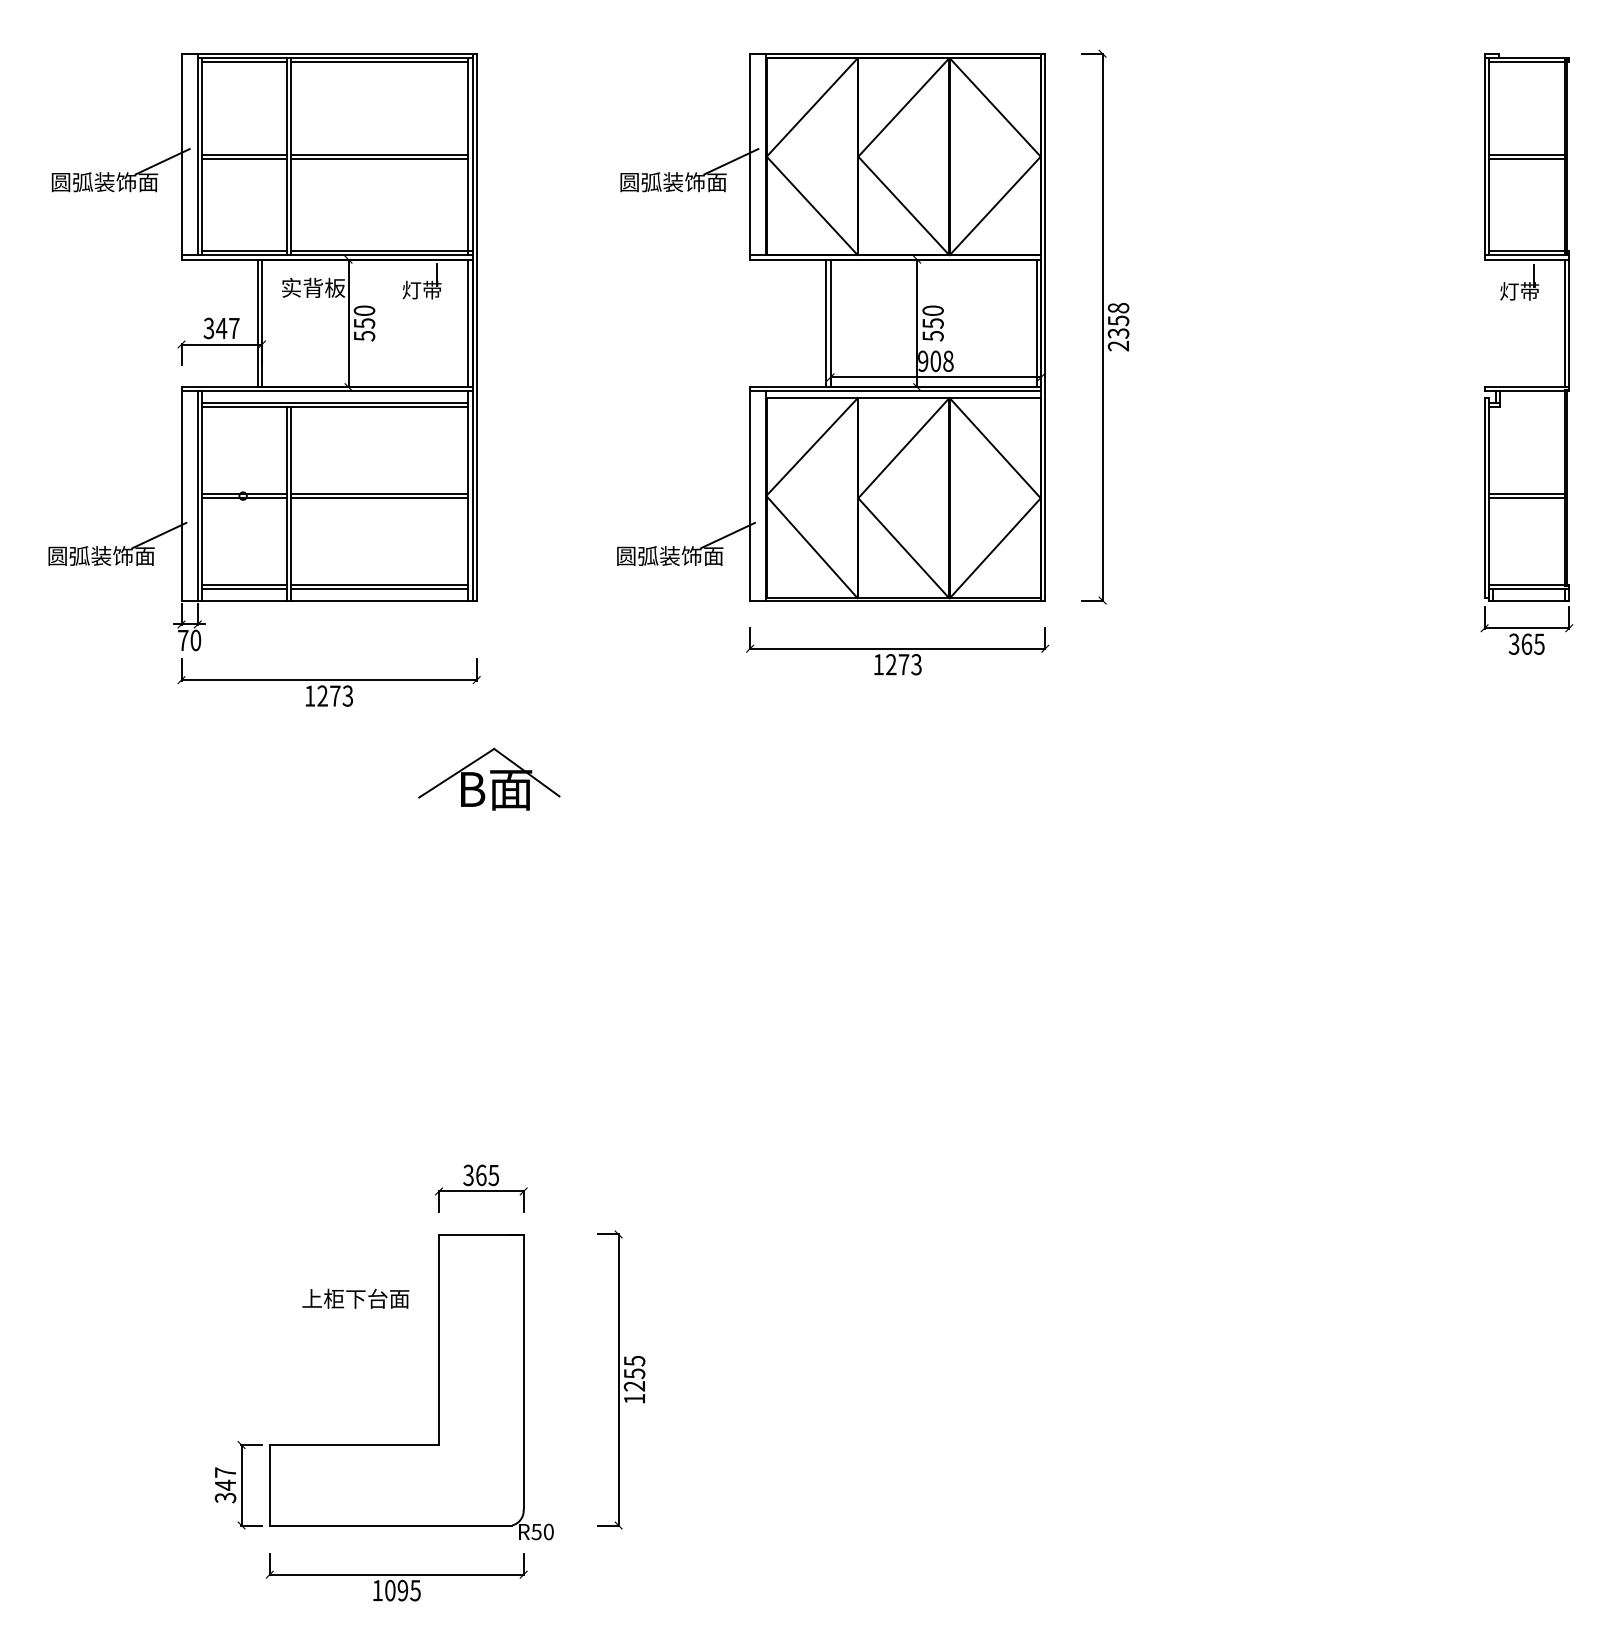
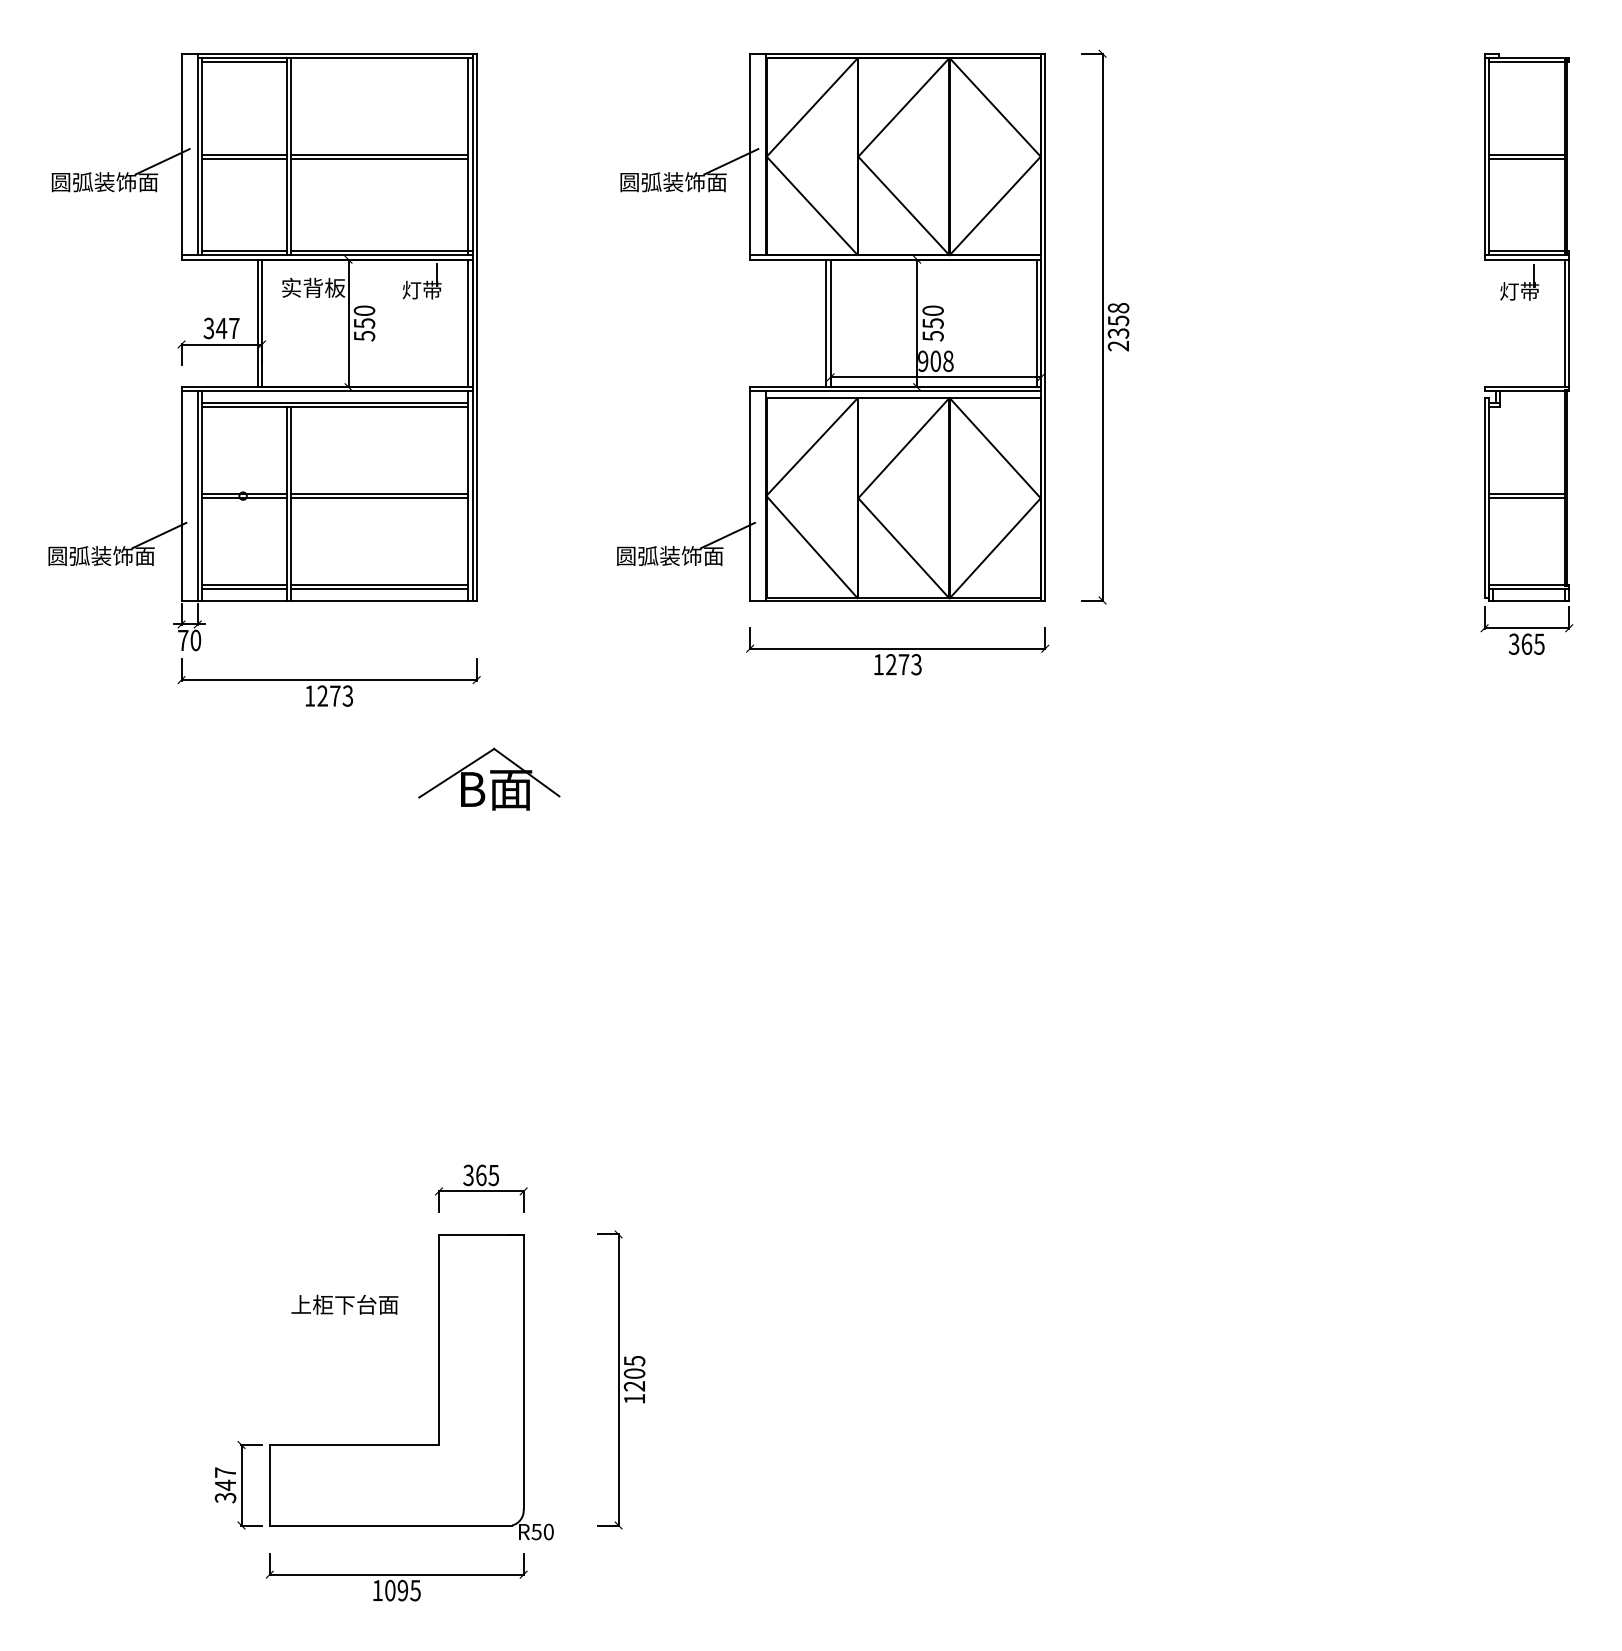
line at (379, 62): present -> none
text at (355, 1298) position: (355, 1298) -> (344, 1304)
text at (634, 1373): 1255 -> 1205
